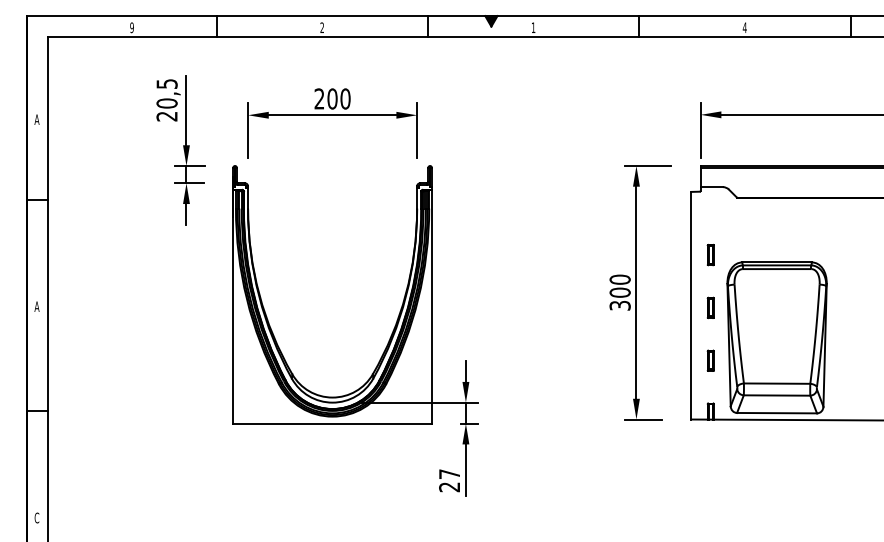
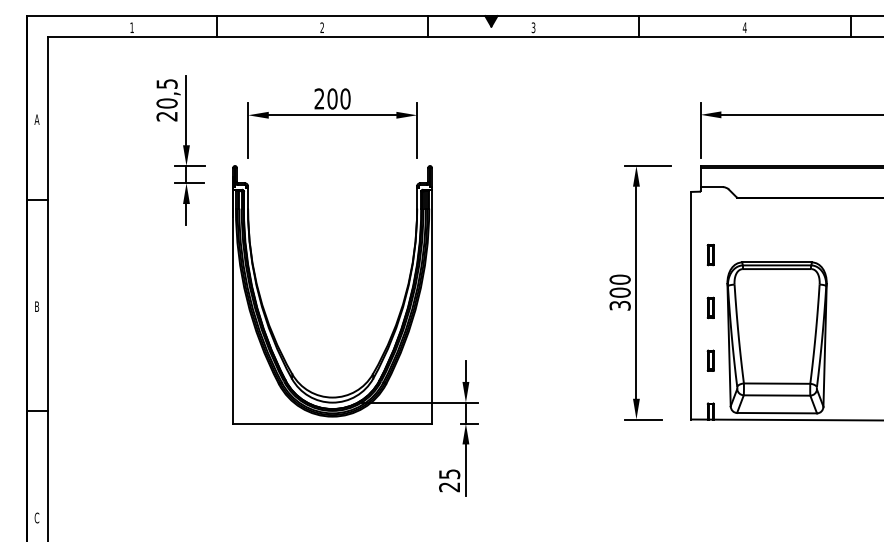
text at (131, 27): 9 -> 1
text at (533, 27): 1 -> 3
text at (36, 306): A -> B
text at (449, 474): 27 -> 25
